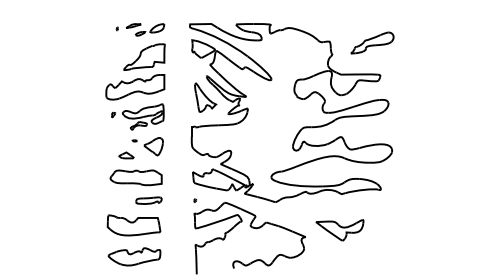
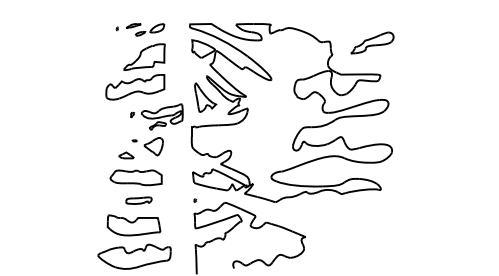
part at (137, 116) position: (137, 116) -> (156, 116)
part at (148, 200) position: (148, 200) -> (138, 200)
part at (339, 230): present -> none
part at (134, 256) size: 55x20 px -> 75x27 px
